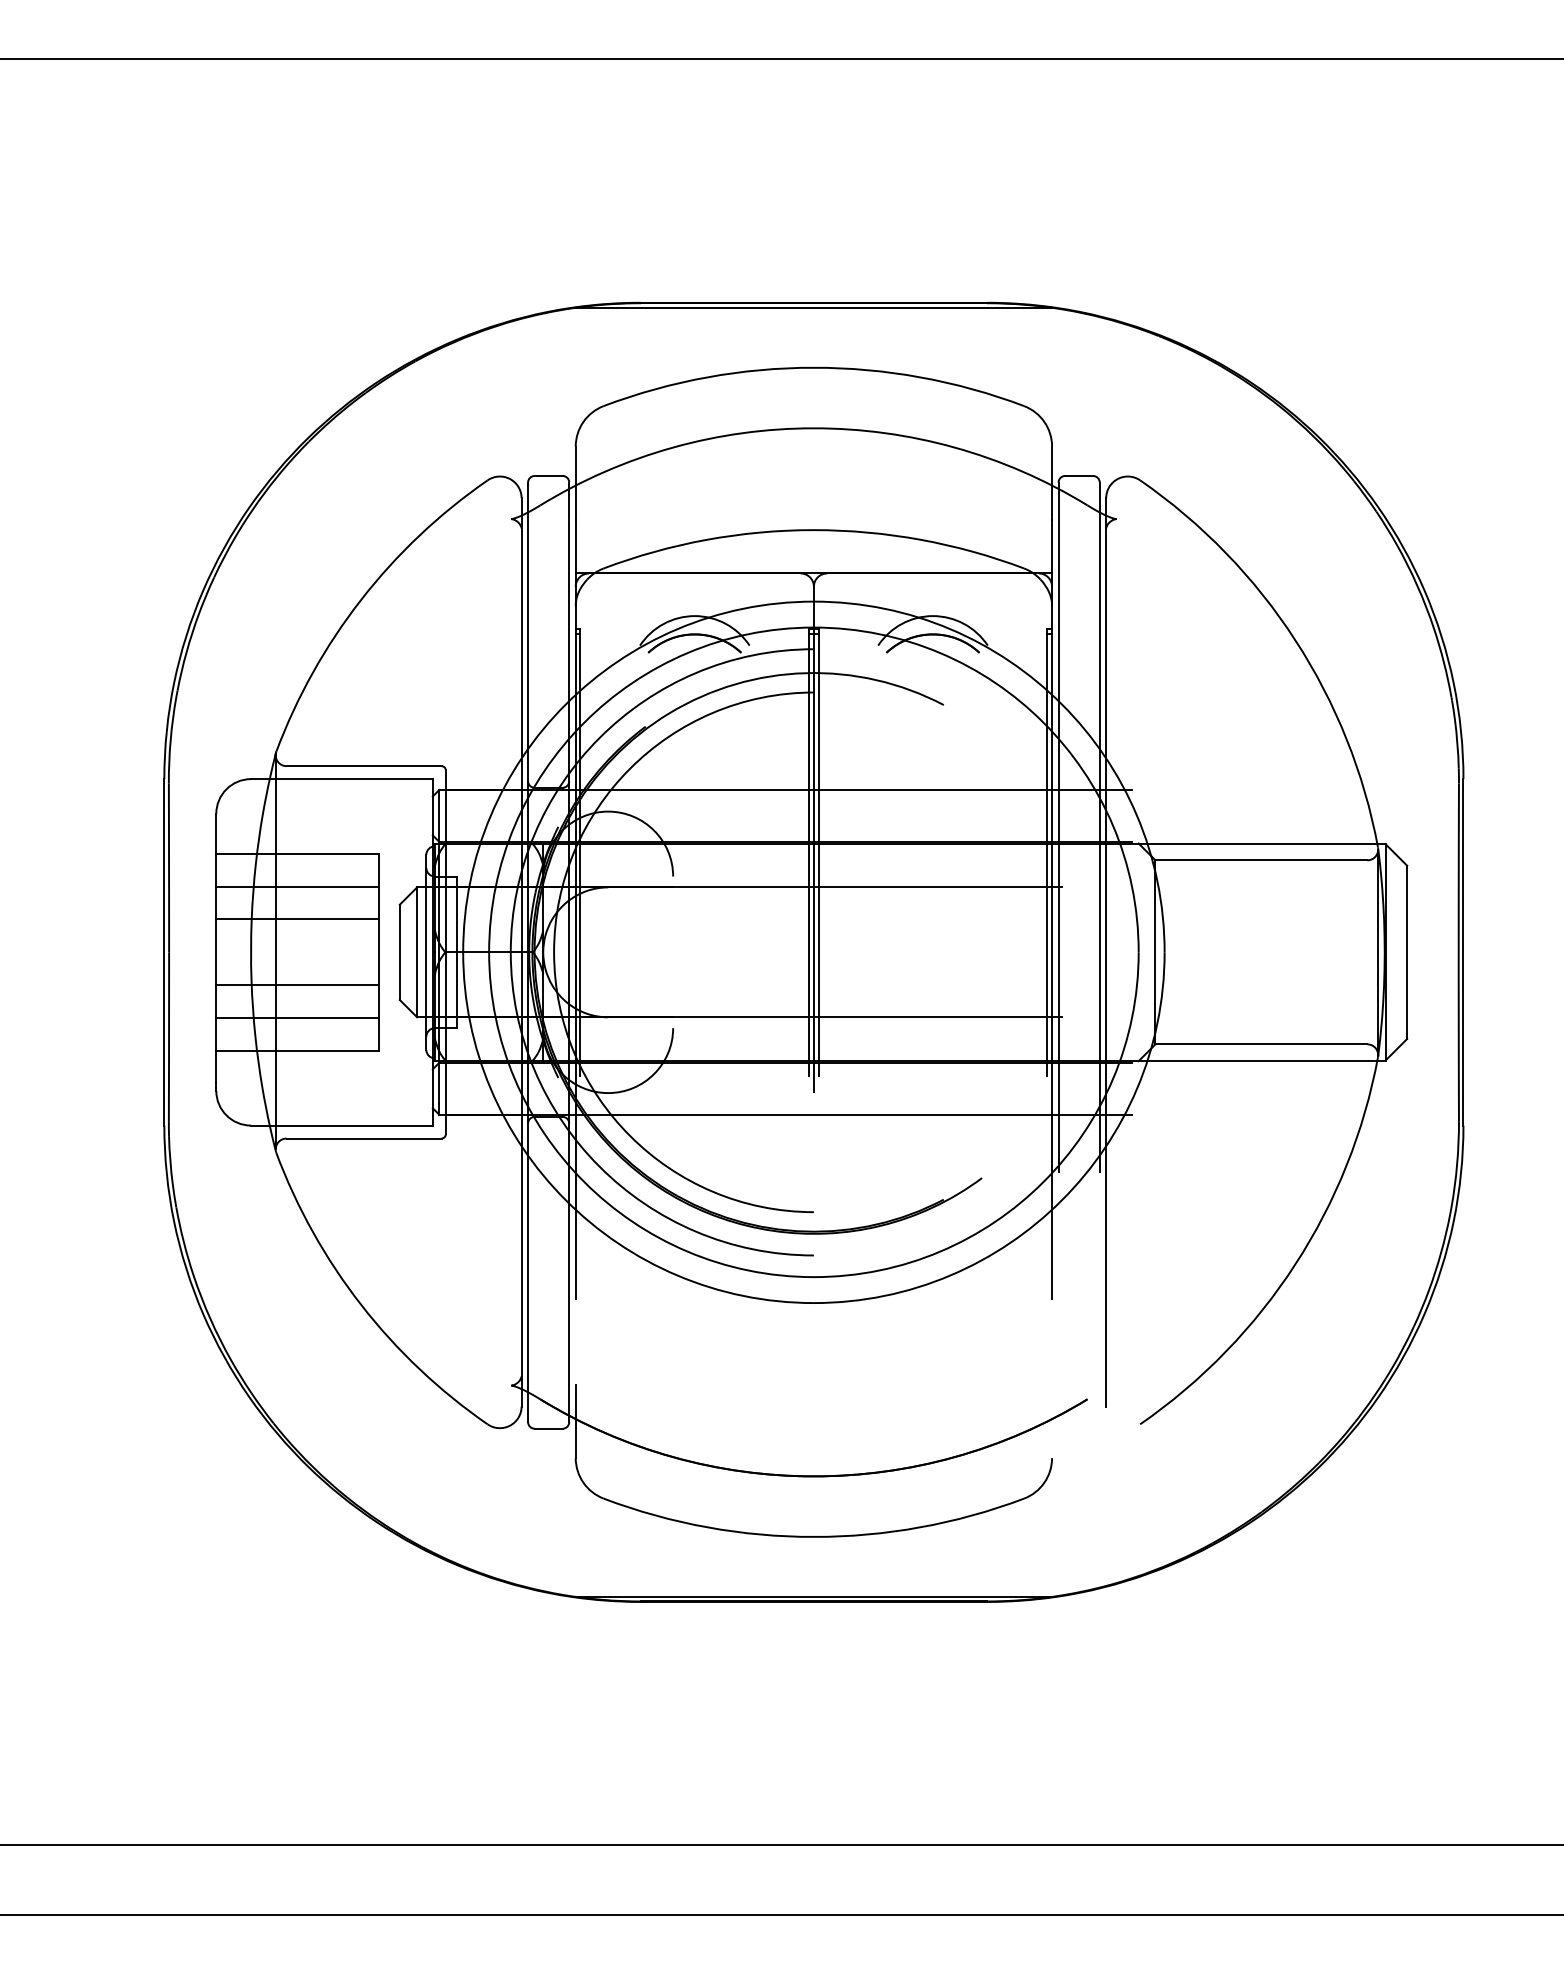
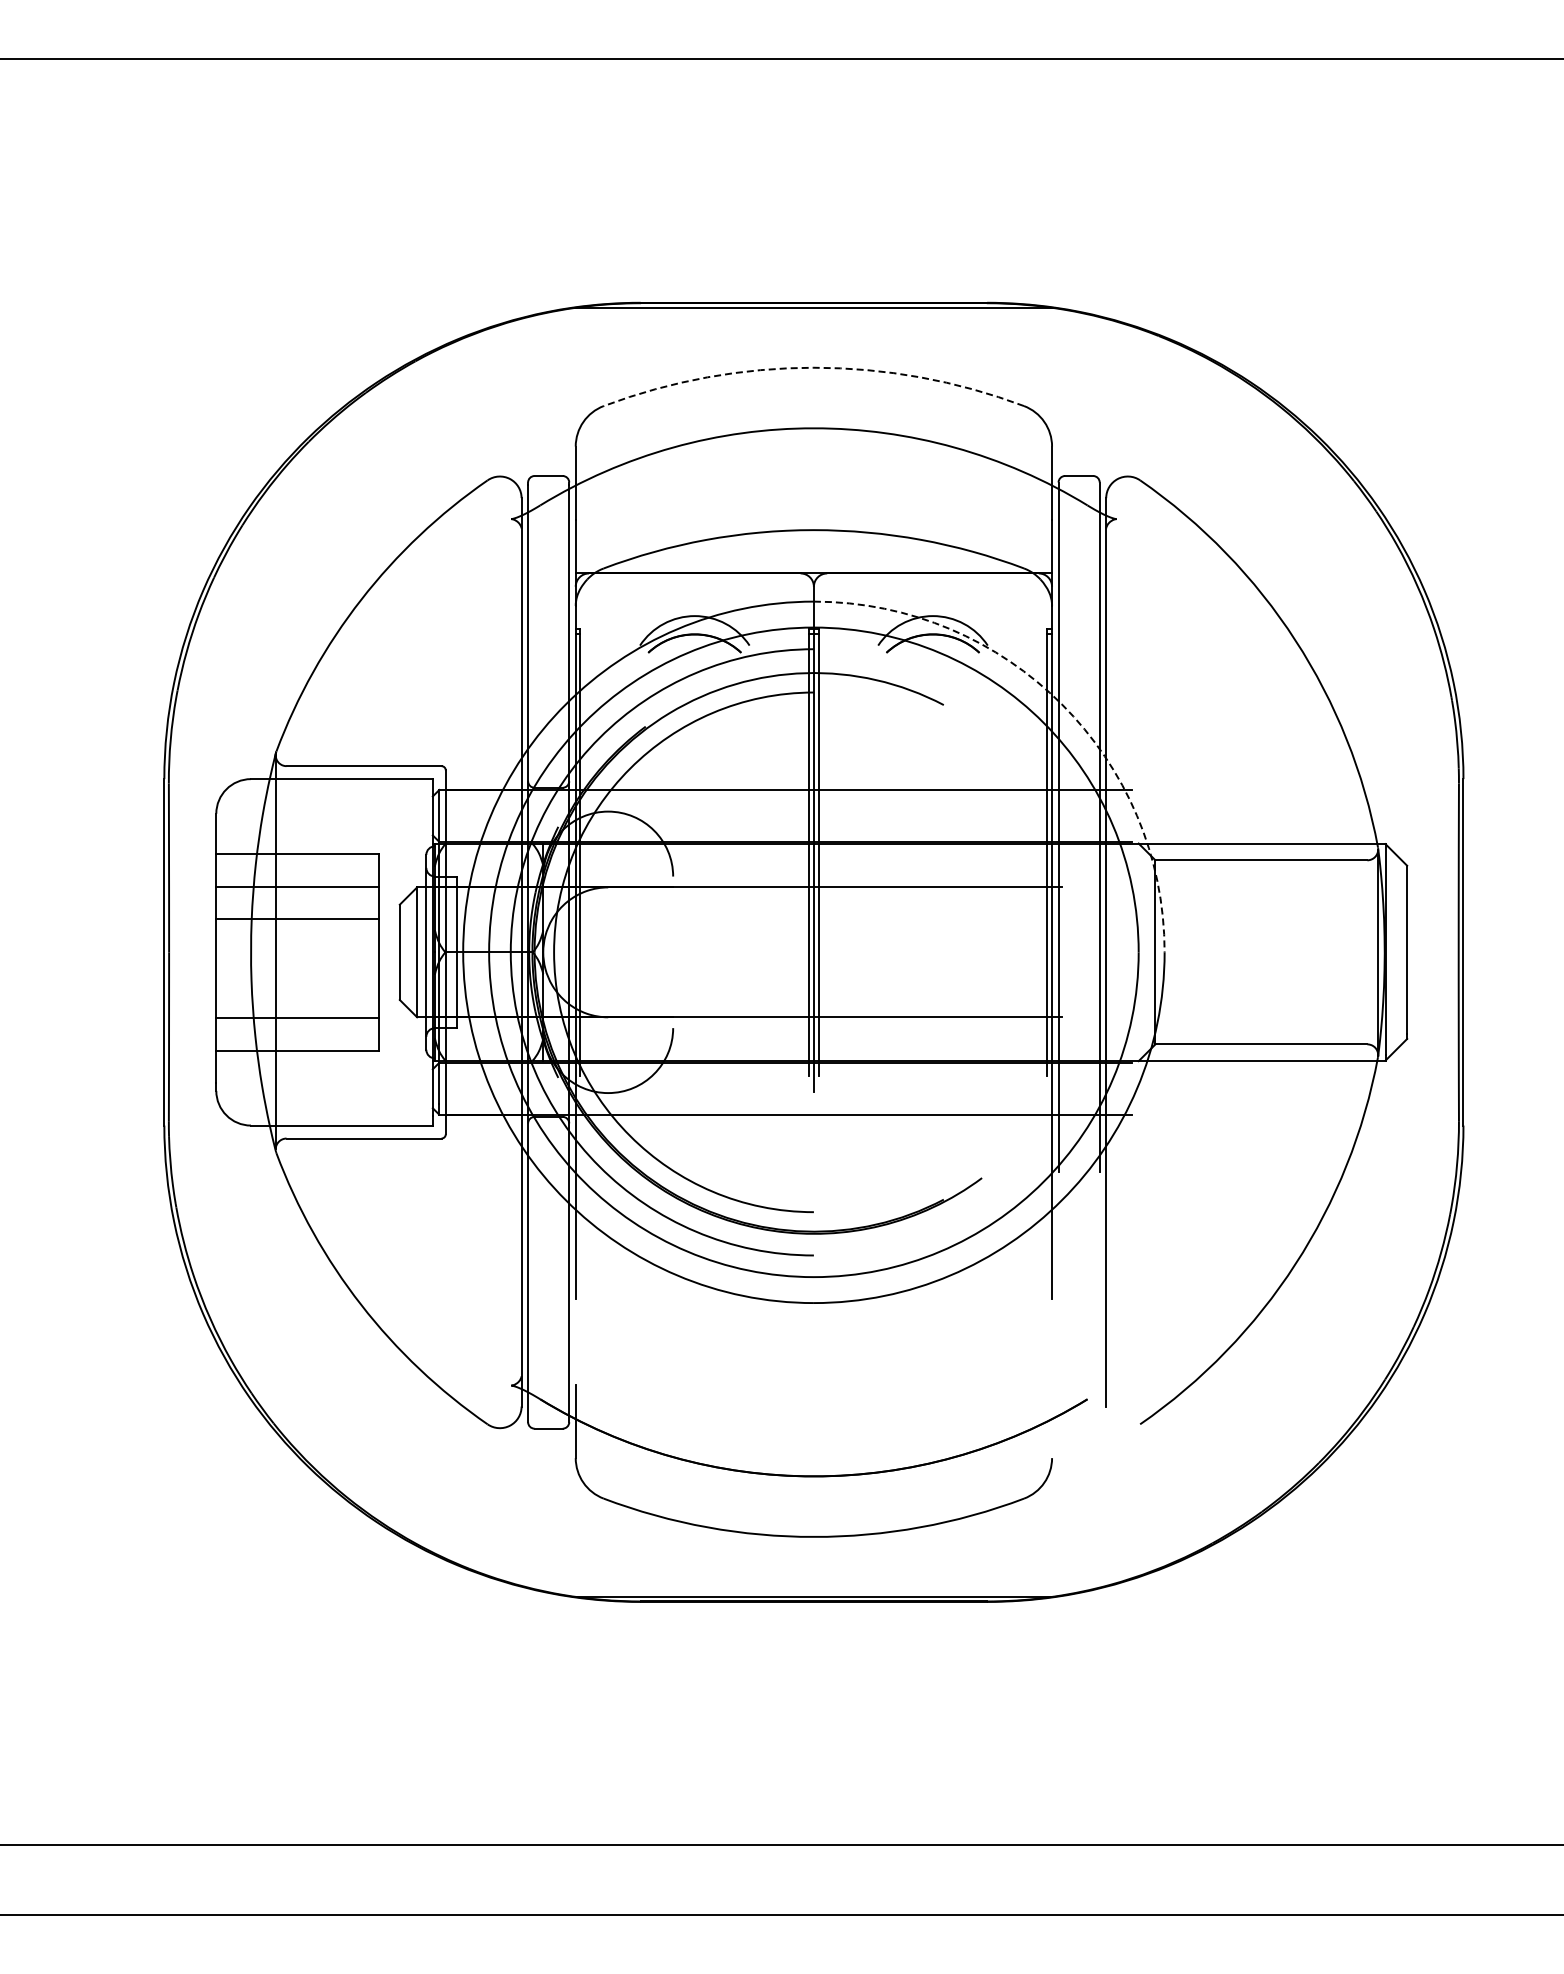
arc at (813, 367): solid -> dashed
arc at (1061, 704): solid -> dashed
line at (297, 985): present -> none
